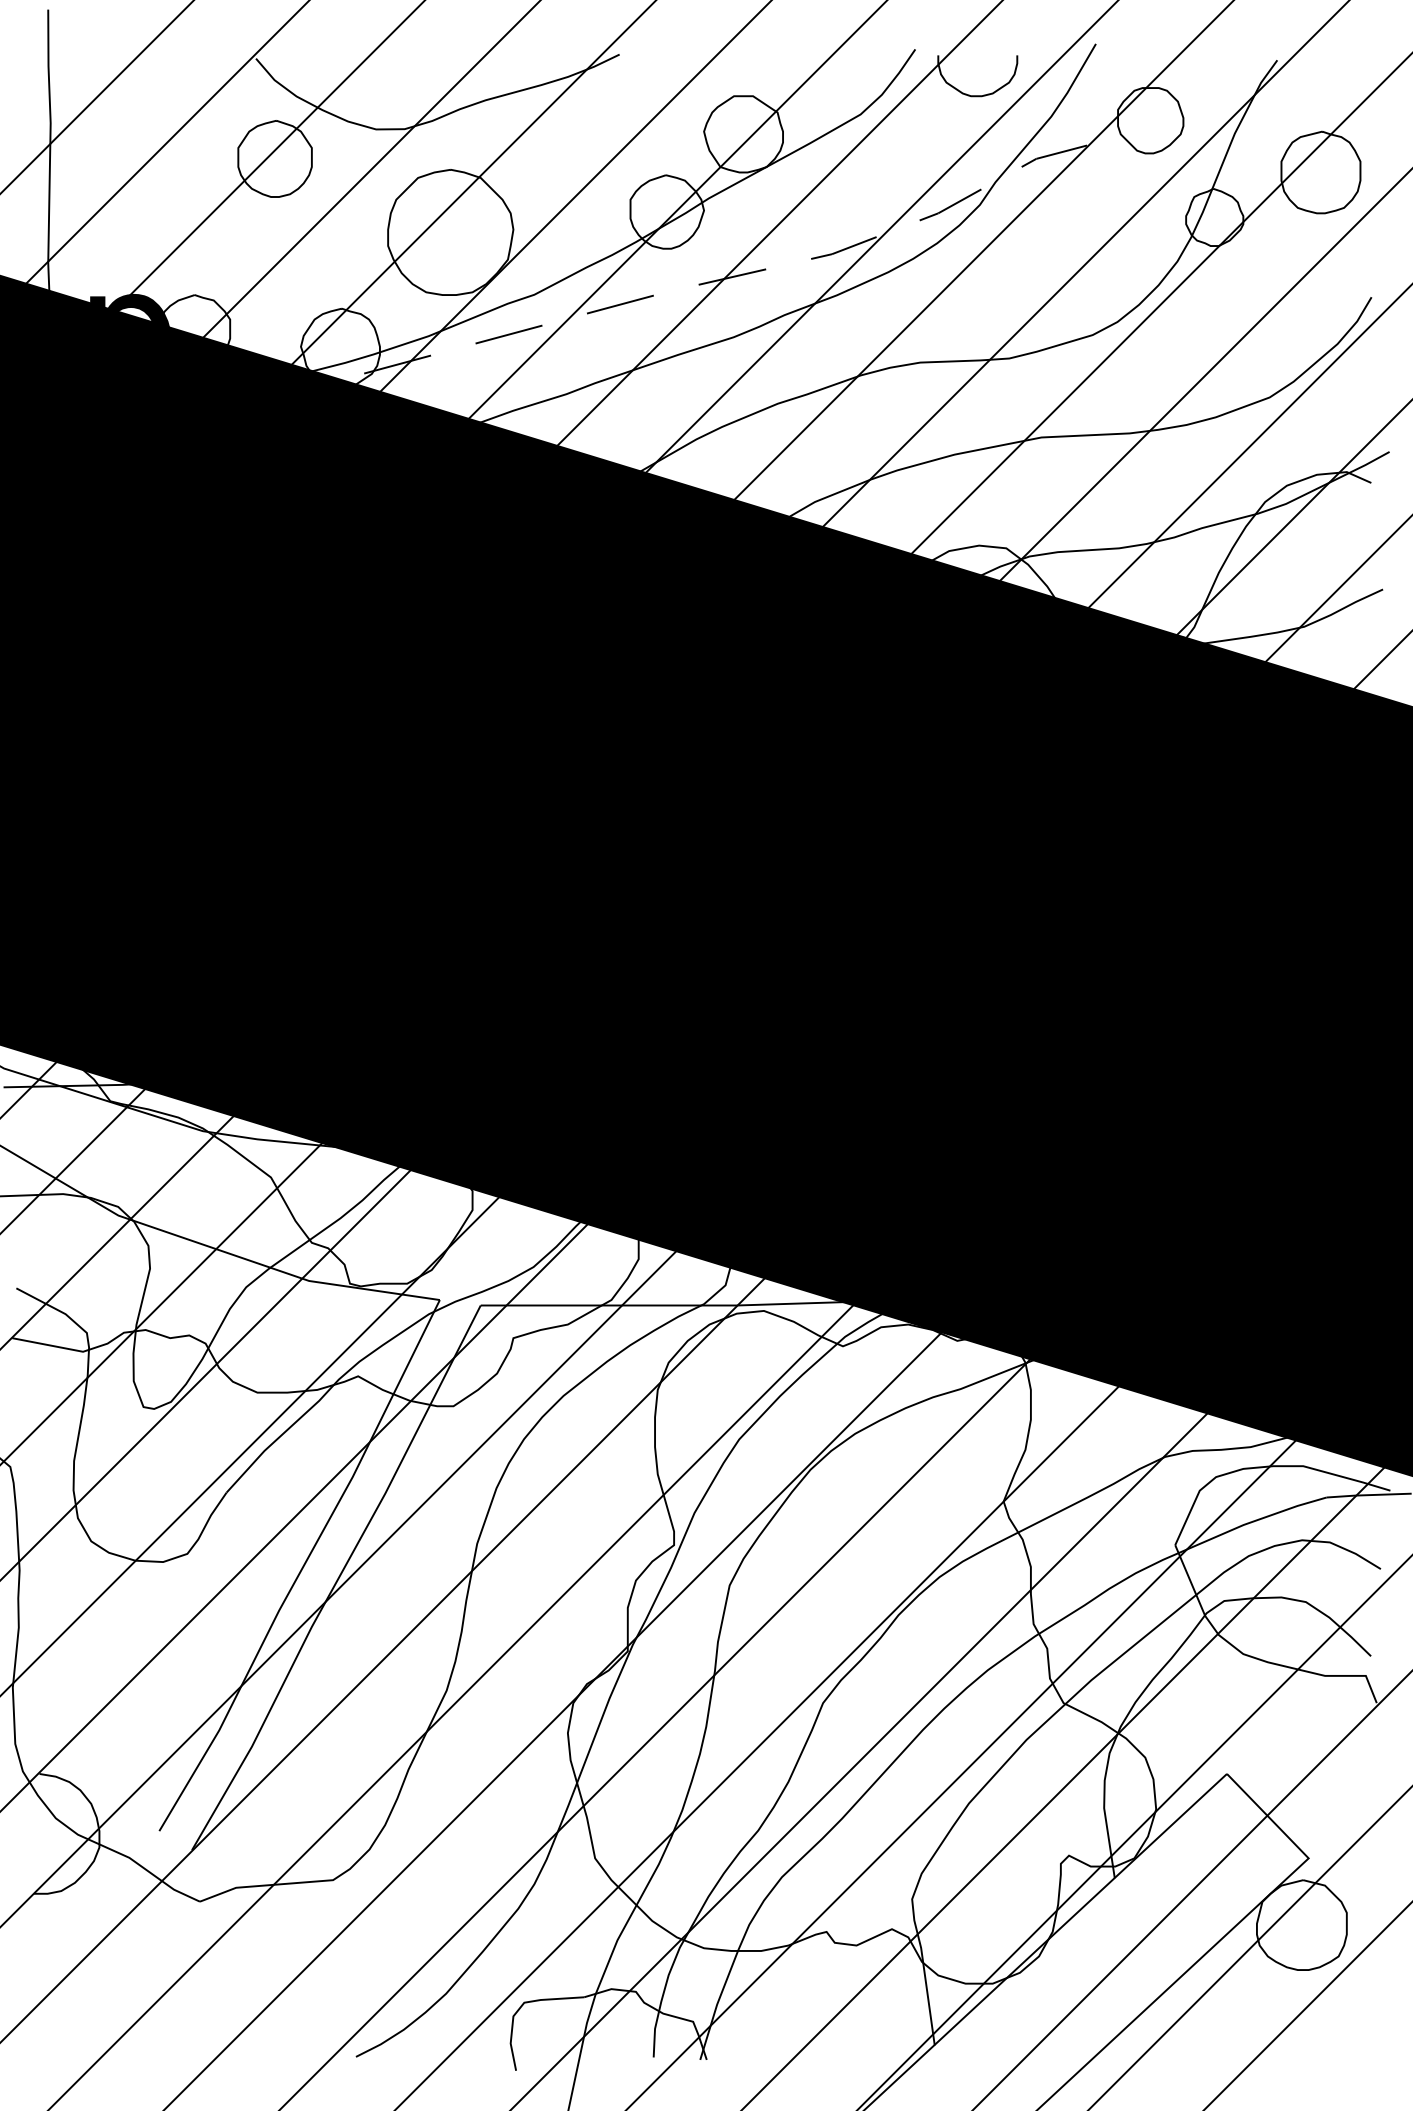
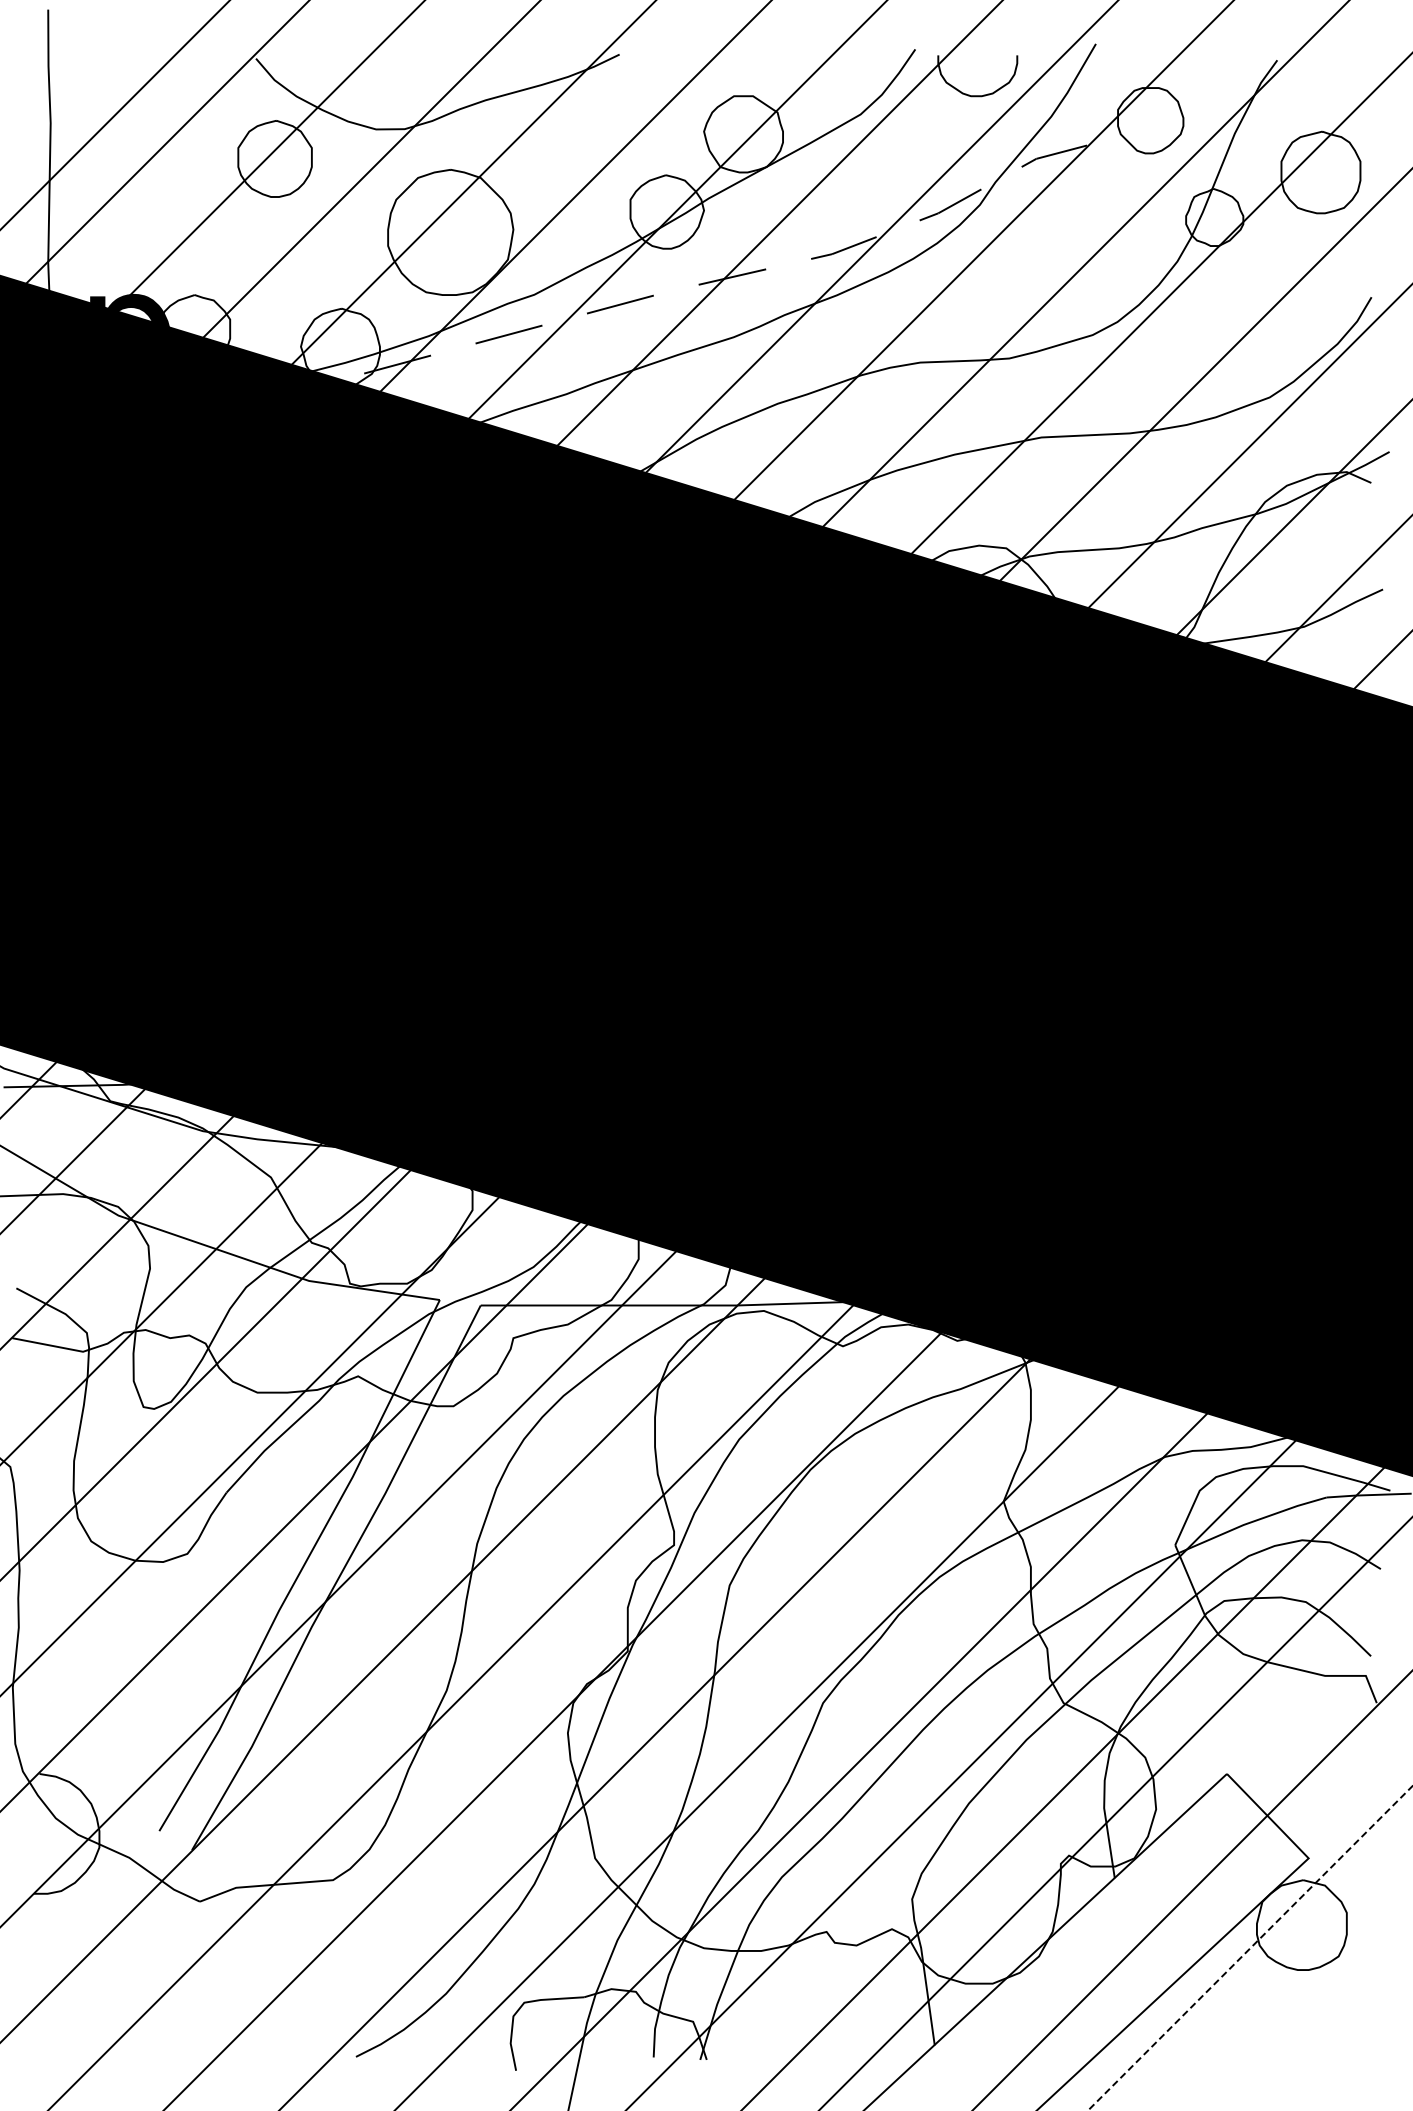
line at (97, 96) position: (97, 96) -> (114, 115)
line at (1134, 1832) position: (1134, 1832) -> (1115, 1813)
line at (1250, 1948): solid -> dashed
line at (1307, 2005): present -> none
